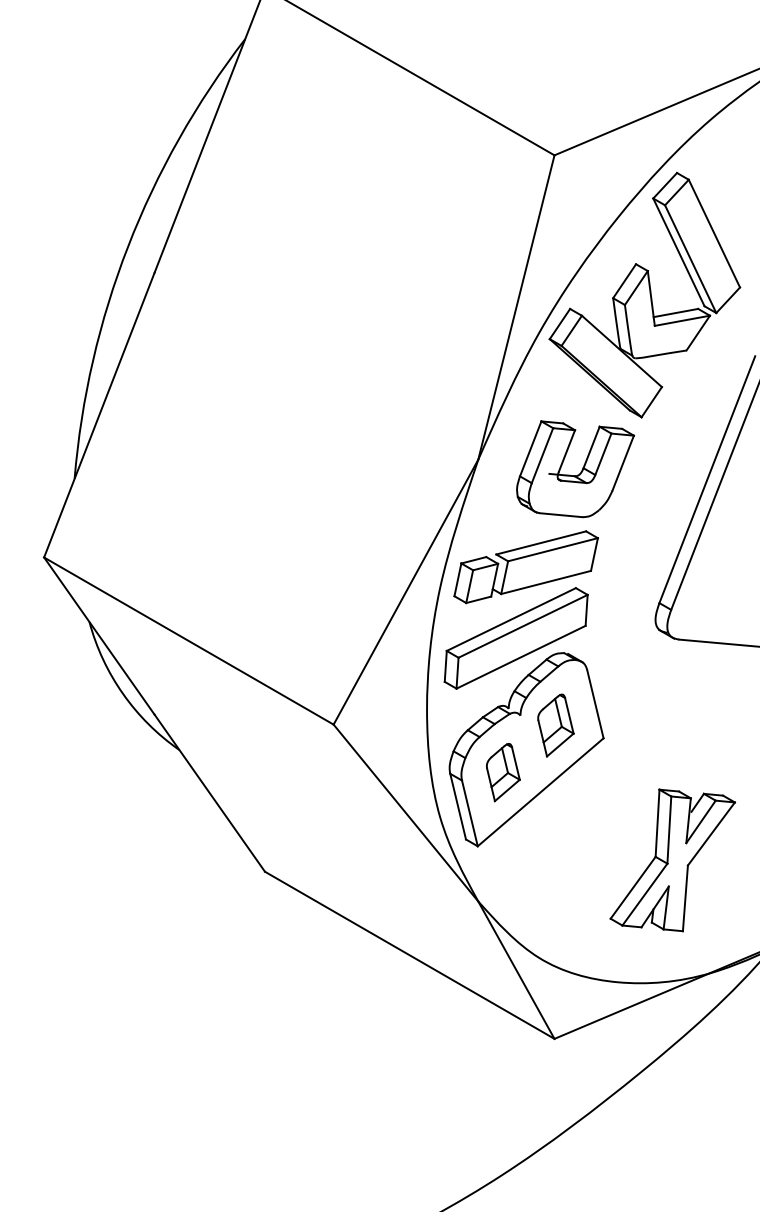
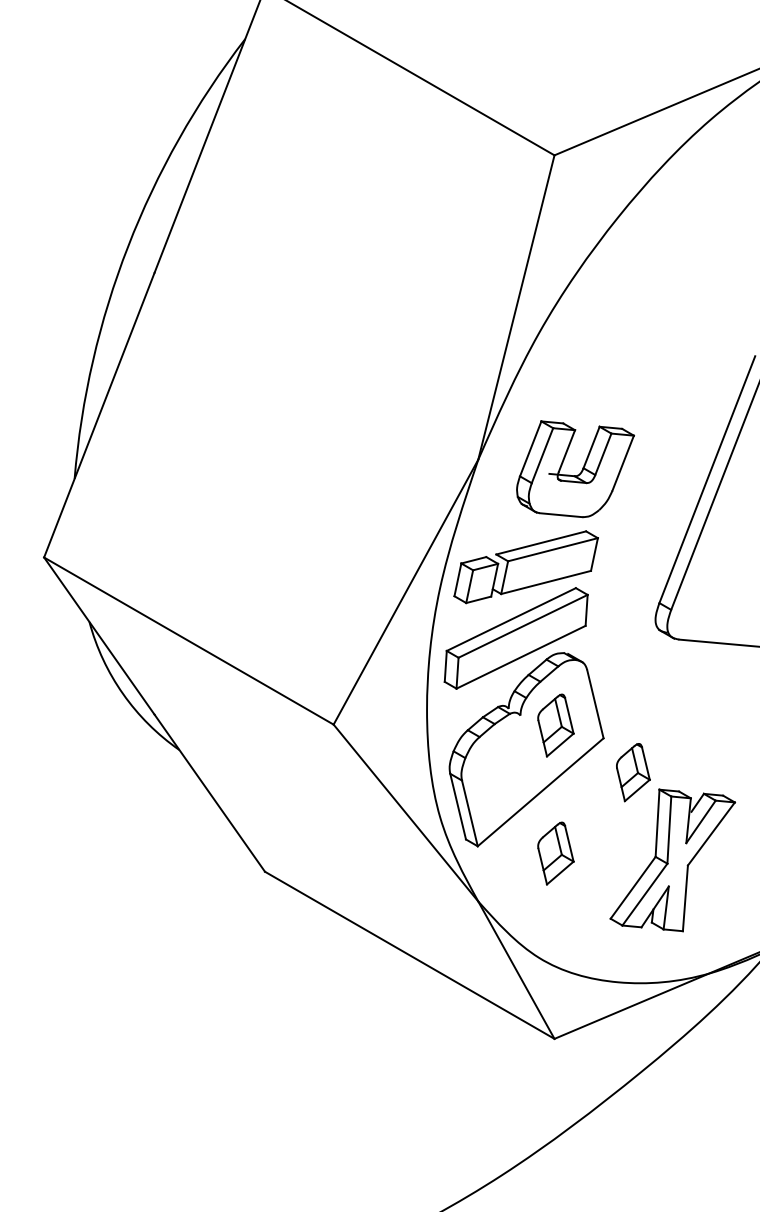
part at (644, 294): present -> none
part at (503, 772) position: (503, 772) -> (633, 772)
part at (555, 853): none -> present
